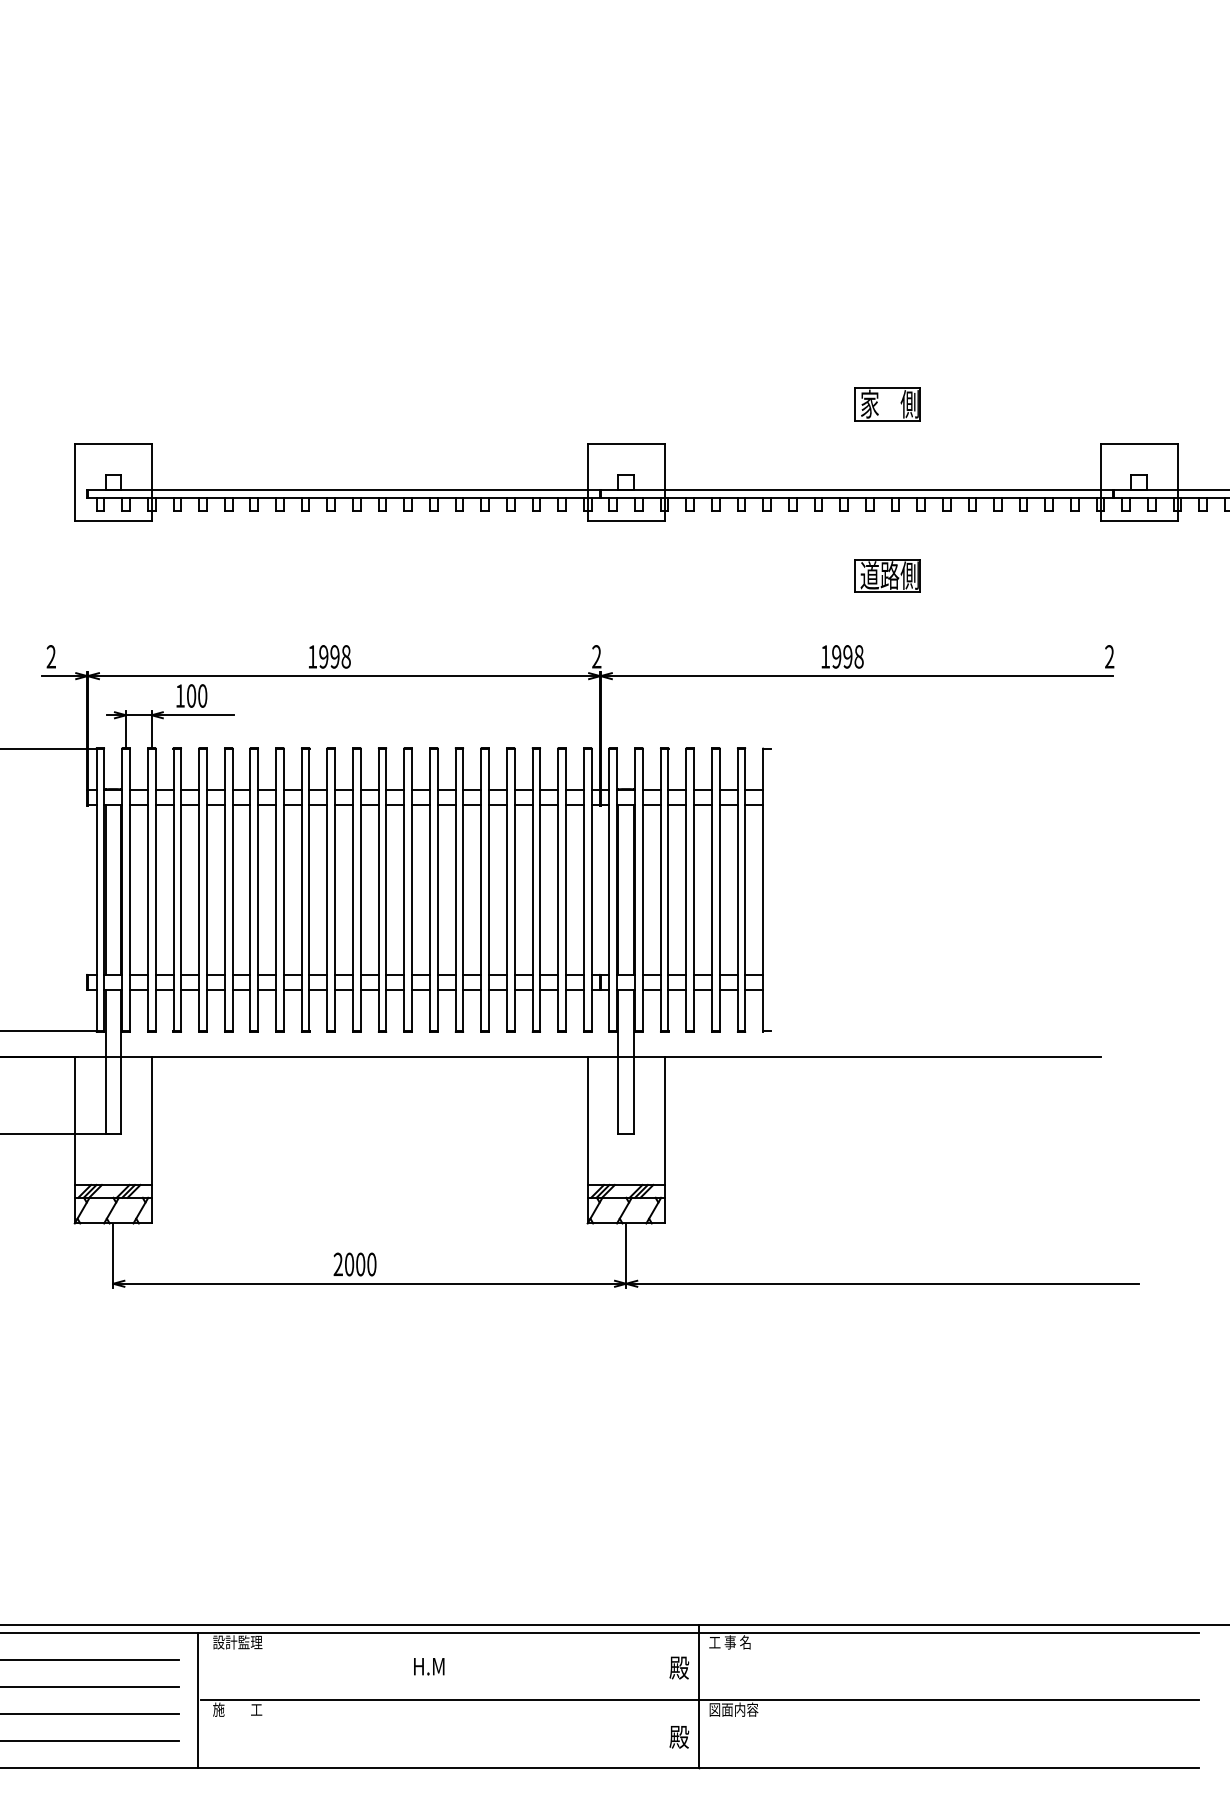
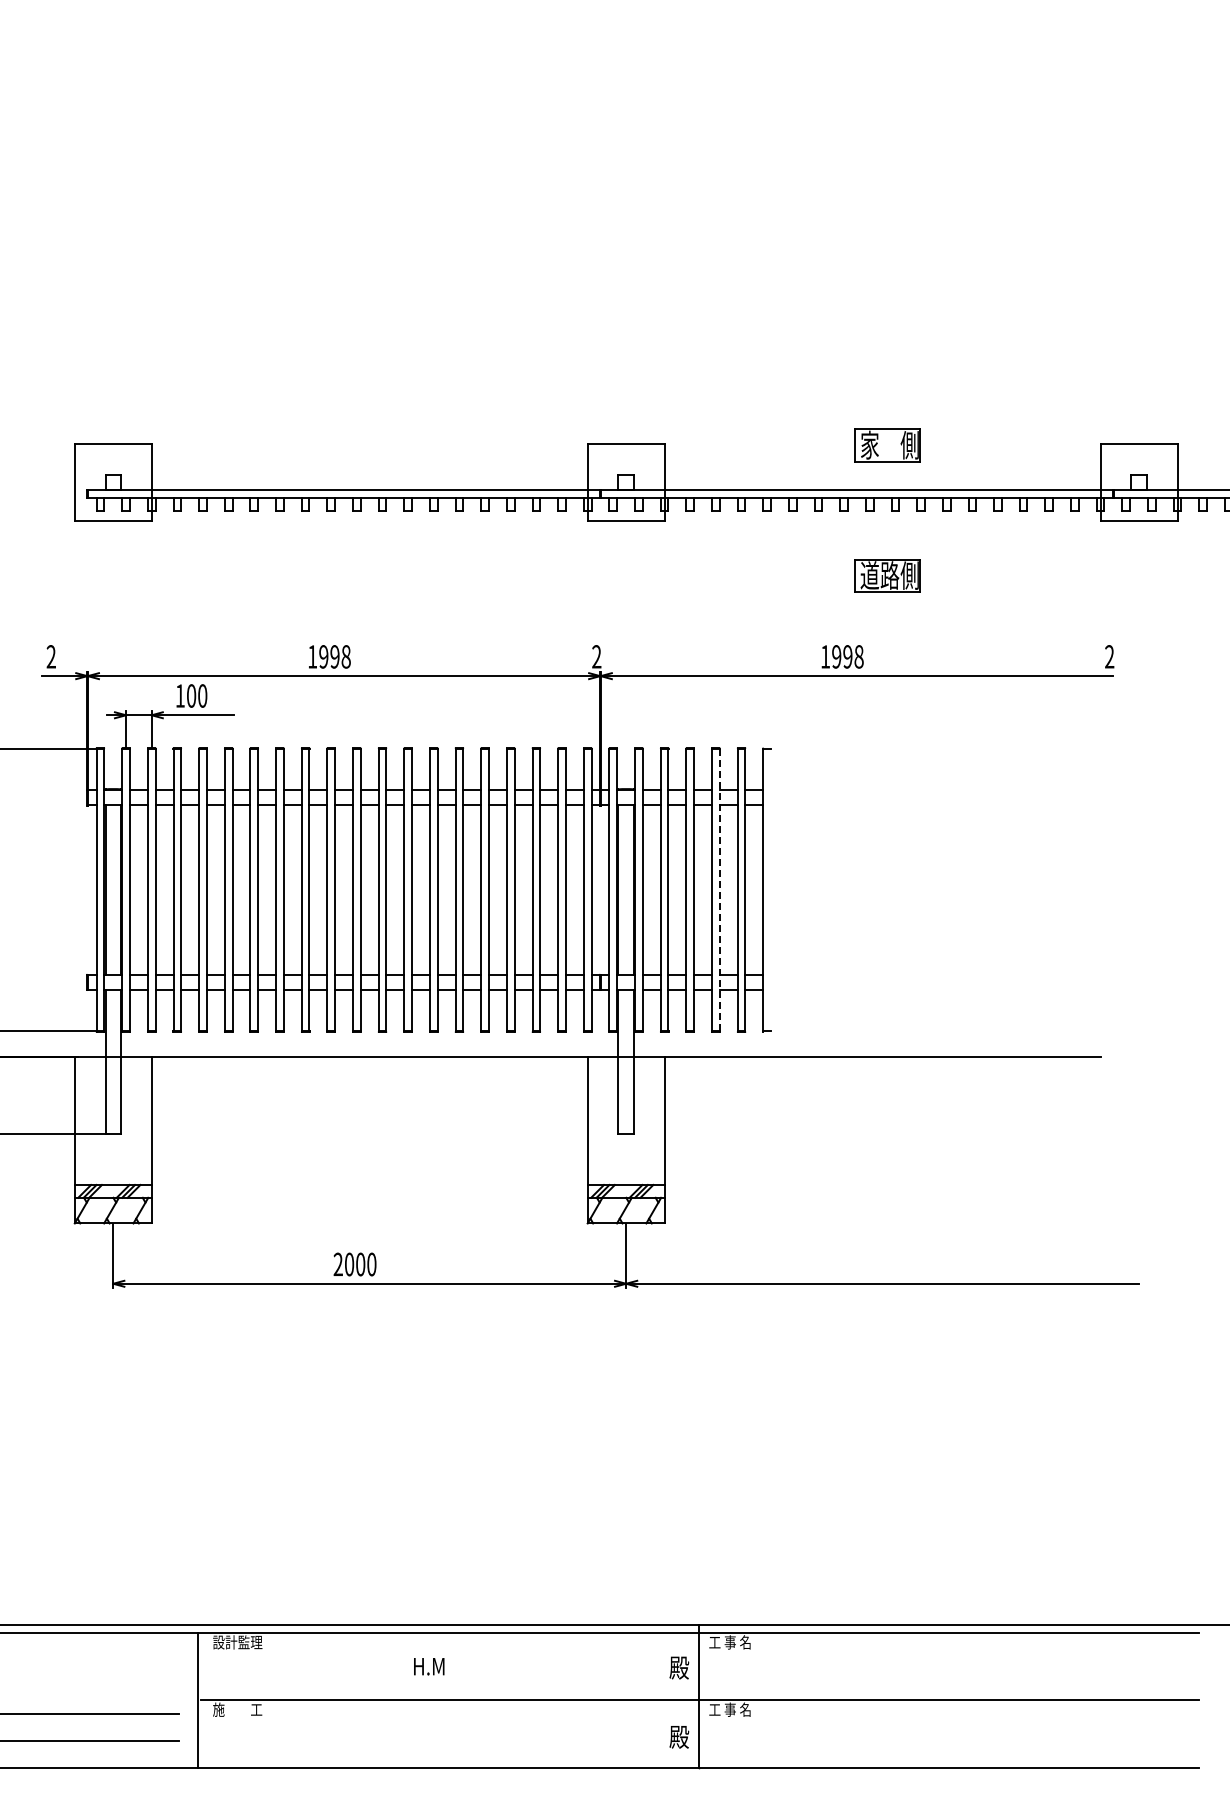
part at (887, 404) position: (887, 404) -> (887, 445)
line at (719, 890): solid -> dashed
line at (90, 1659): present -> none
line at (90, 1686): present -> none
text at (733, 1709): 図面内容 -> 工 事 名
